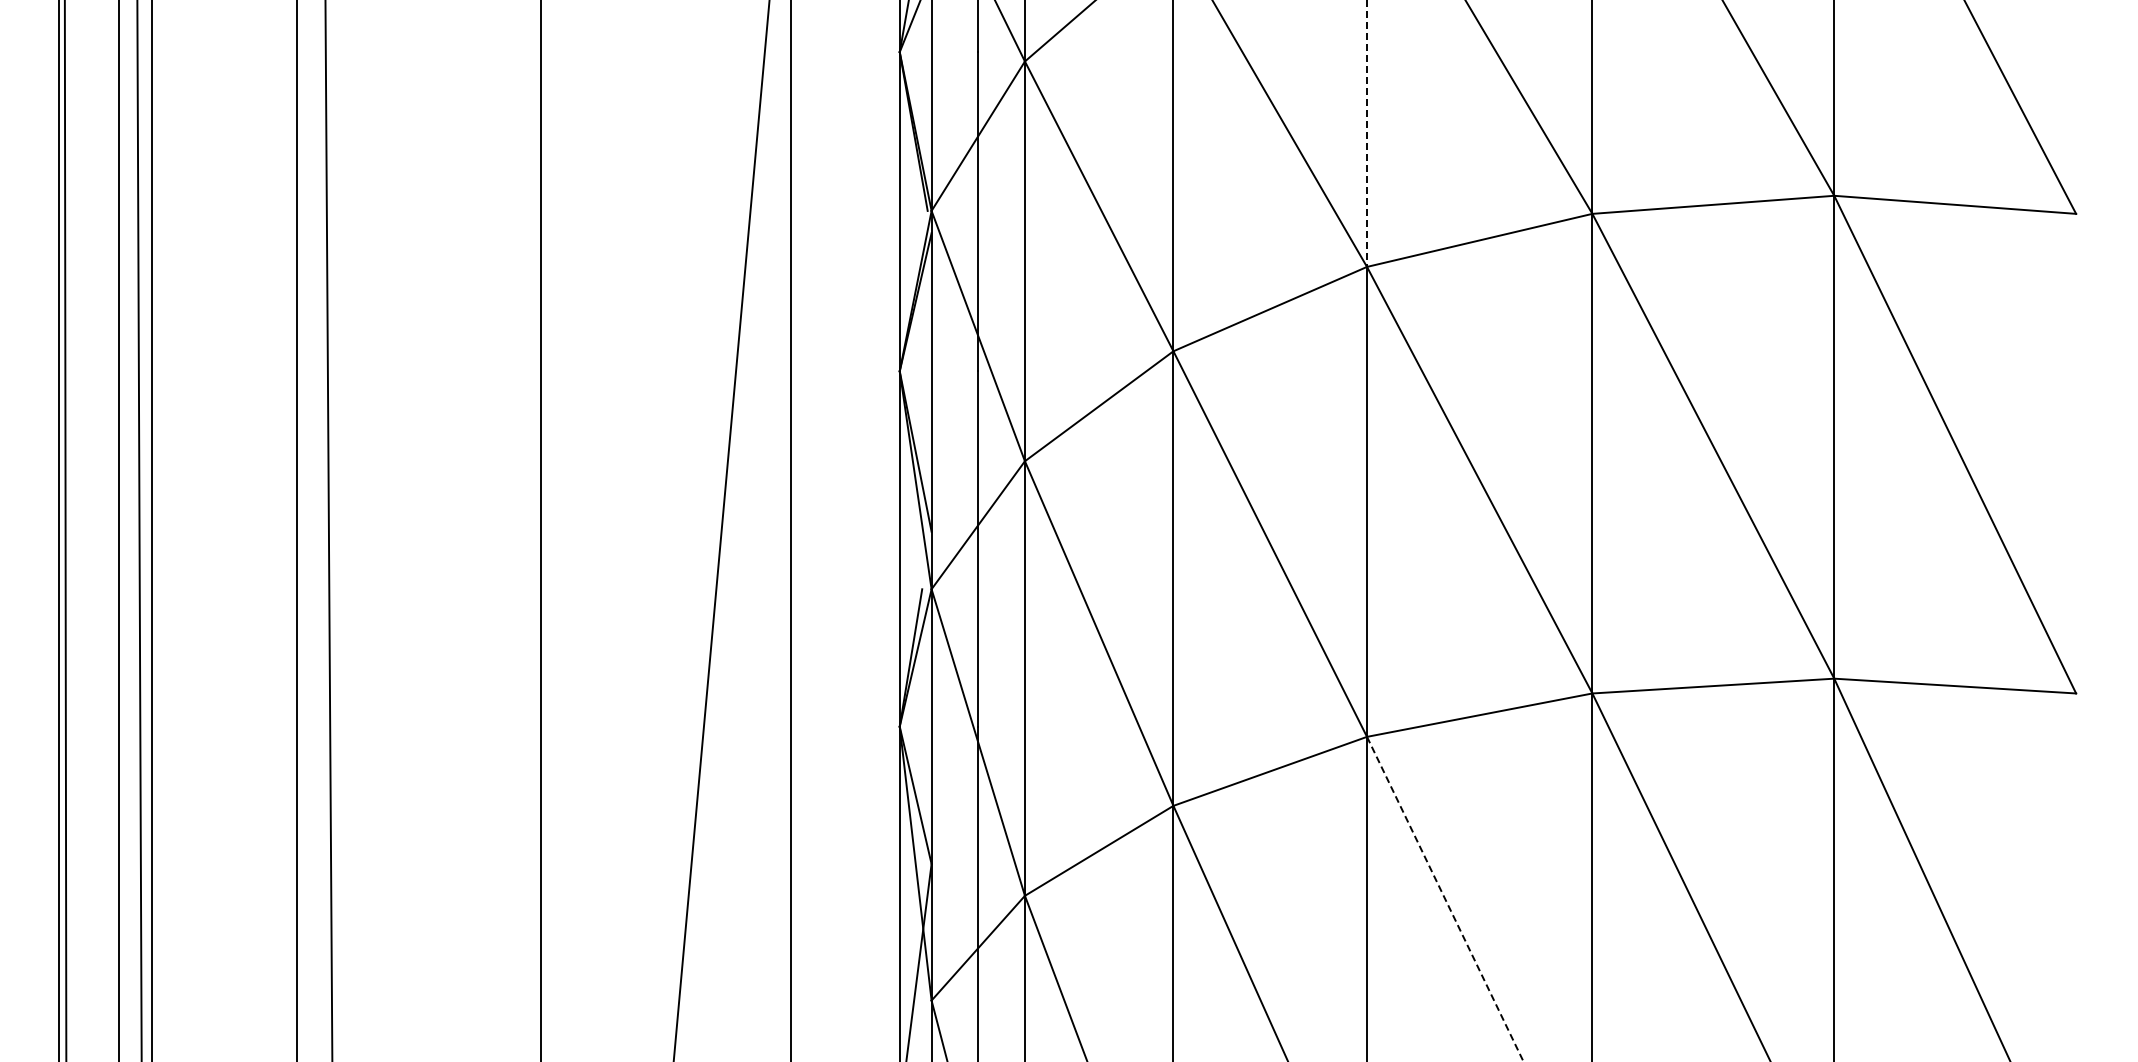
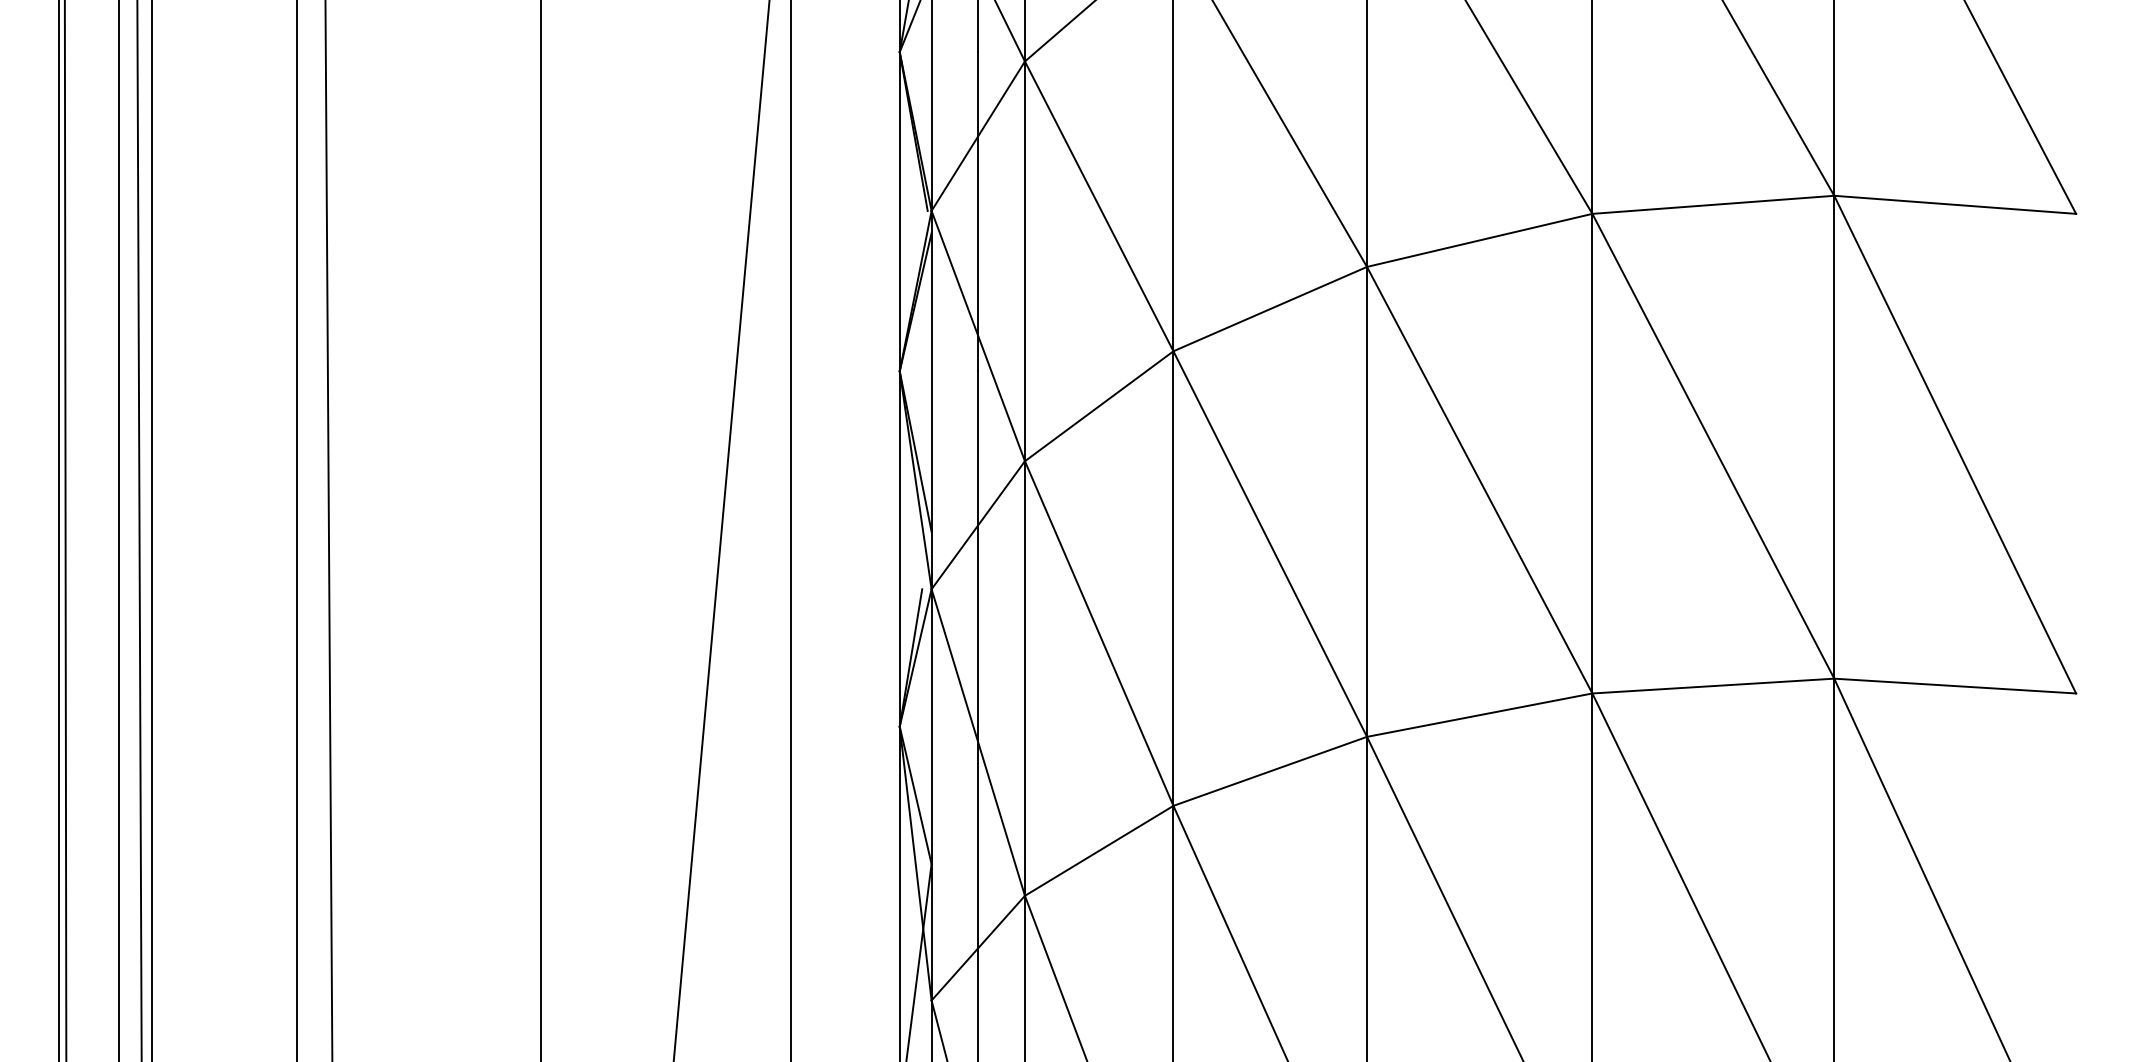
line at (1367, 134): dashed -> solid
line at (1445, 899): dashed -> solid
